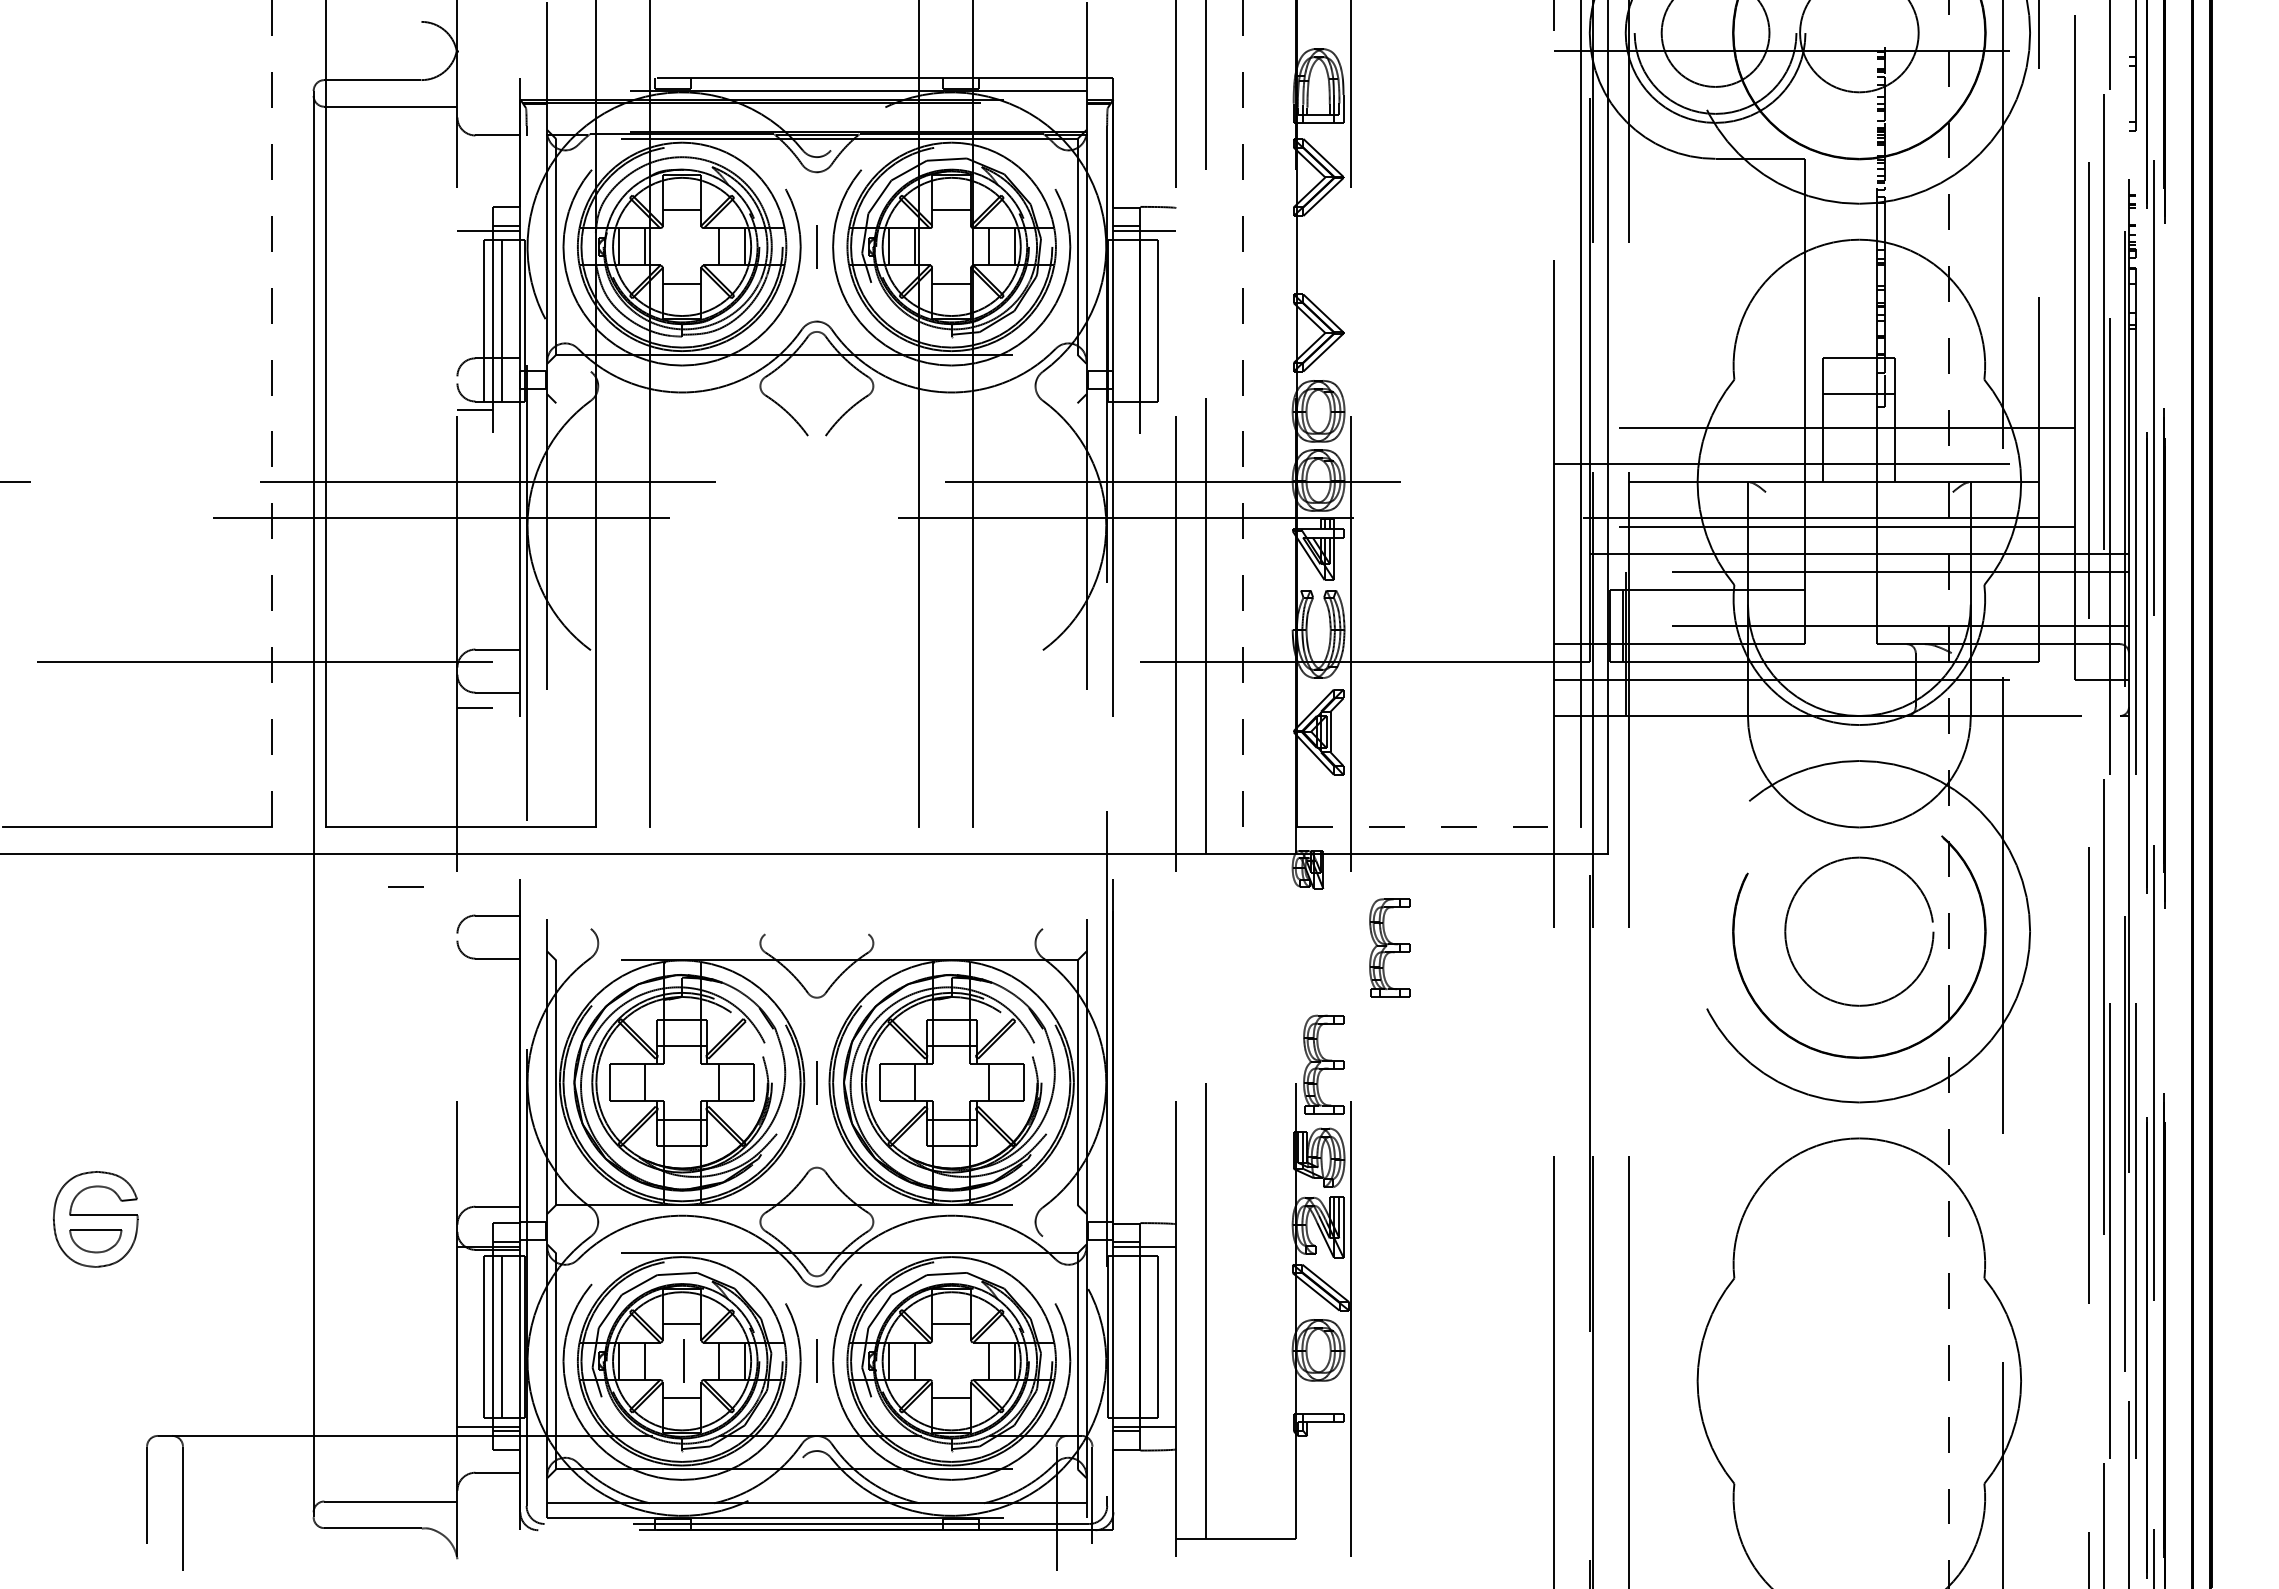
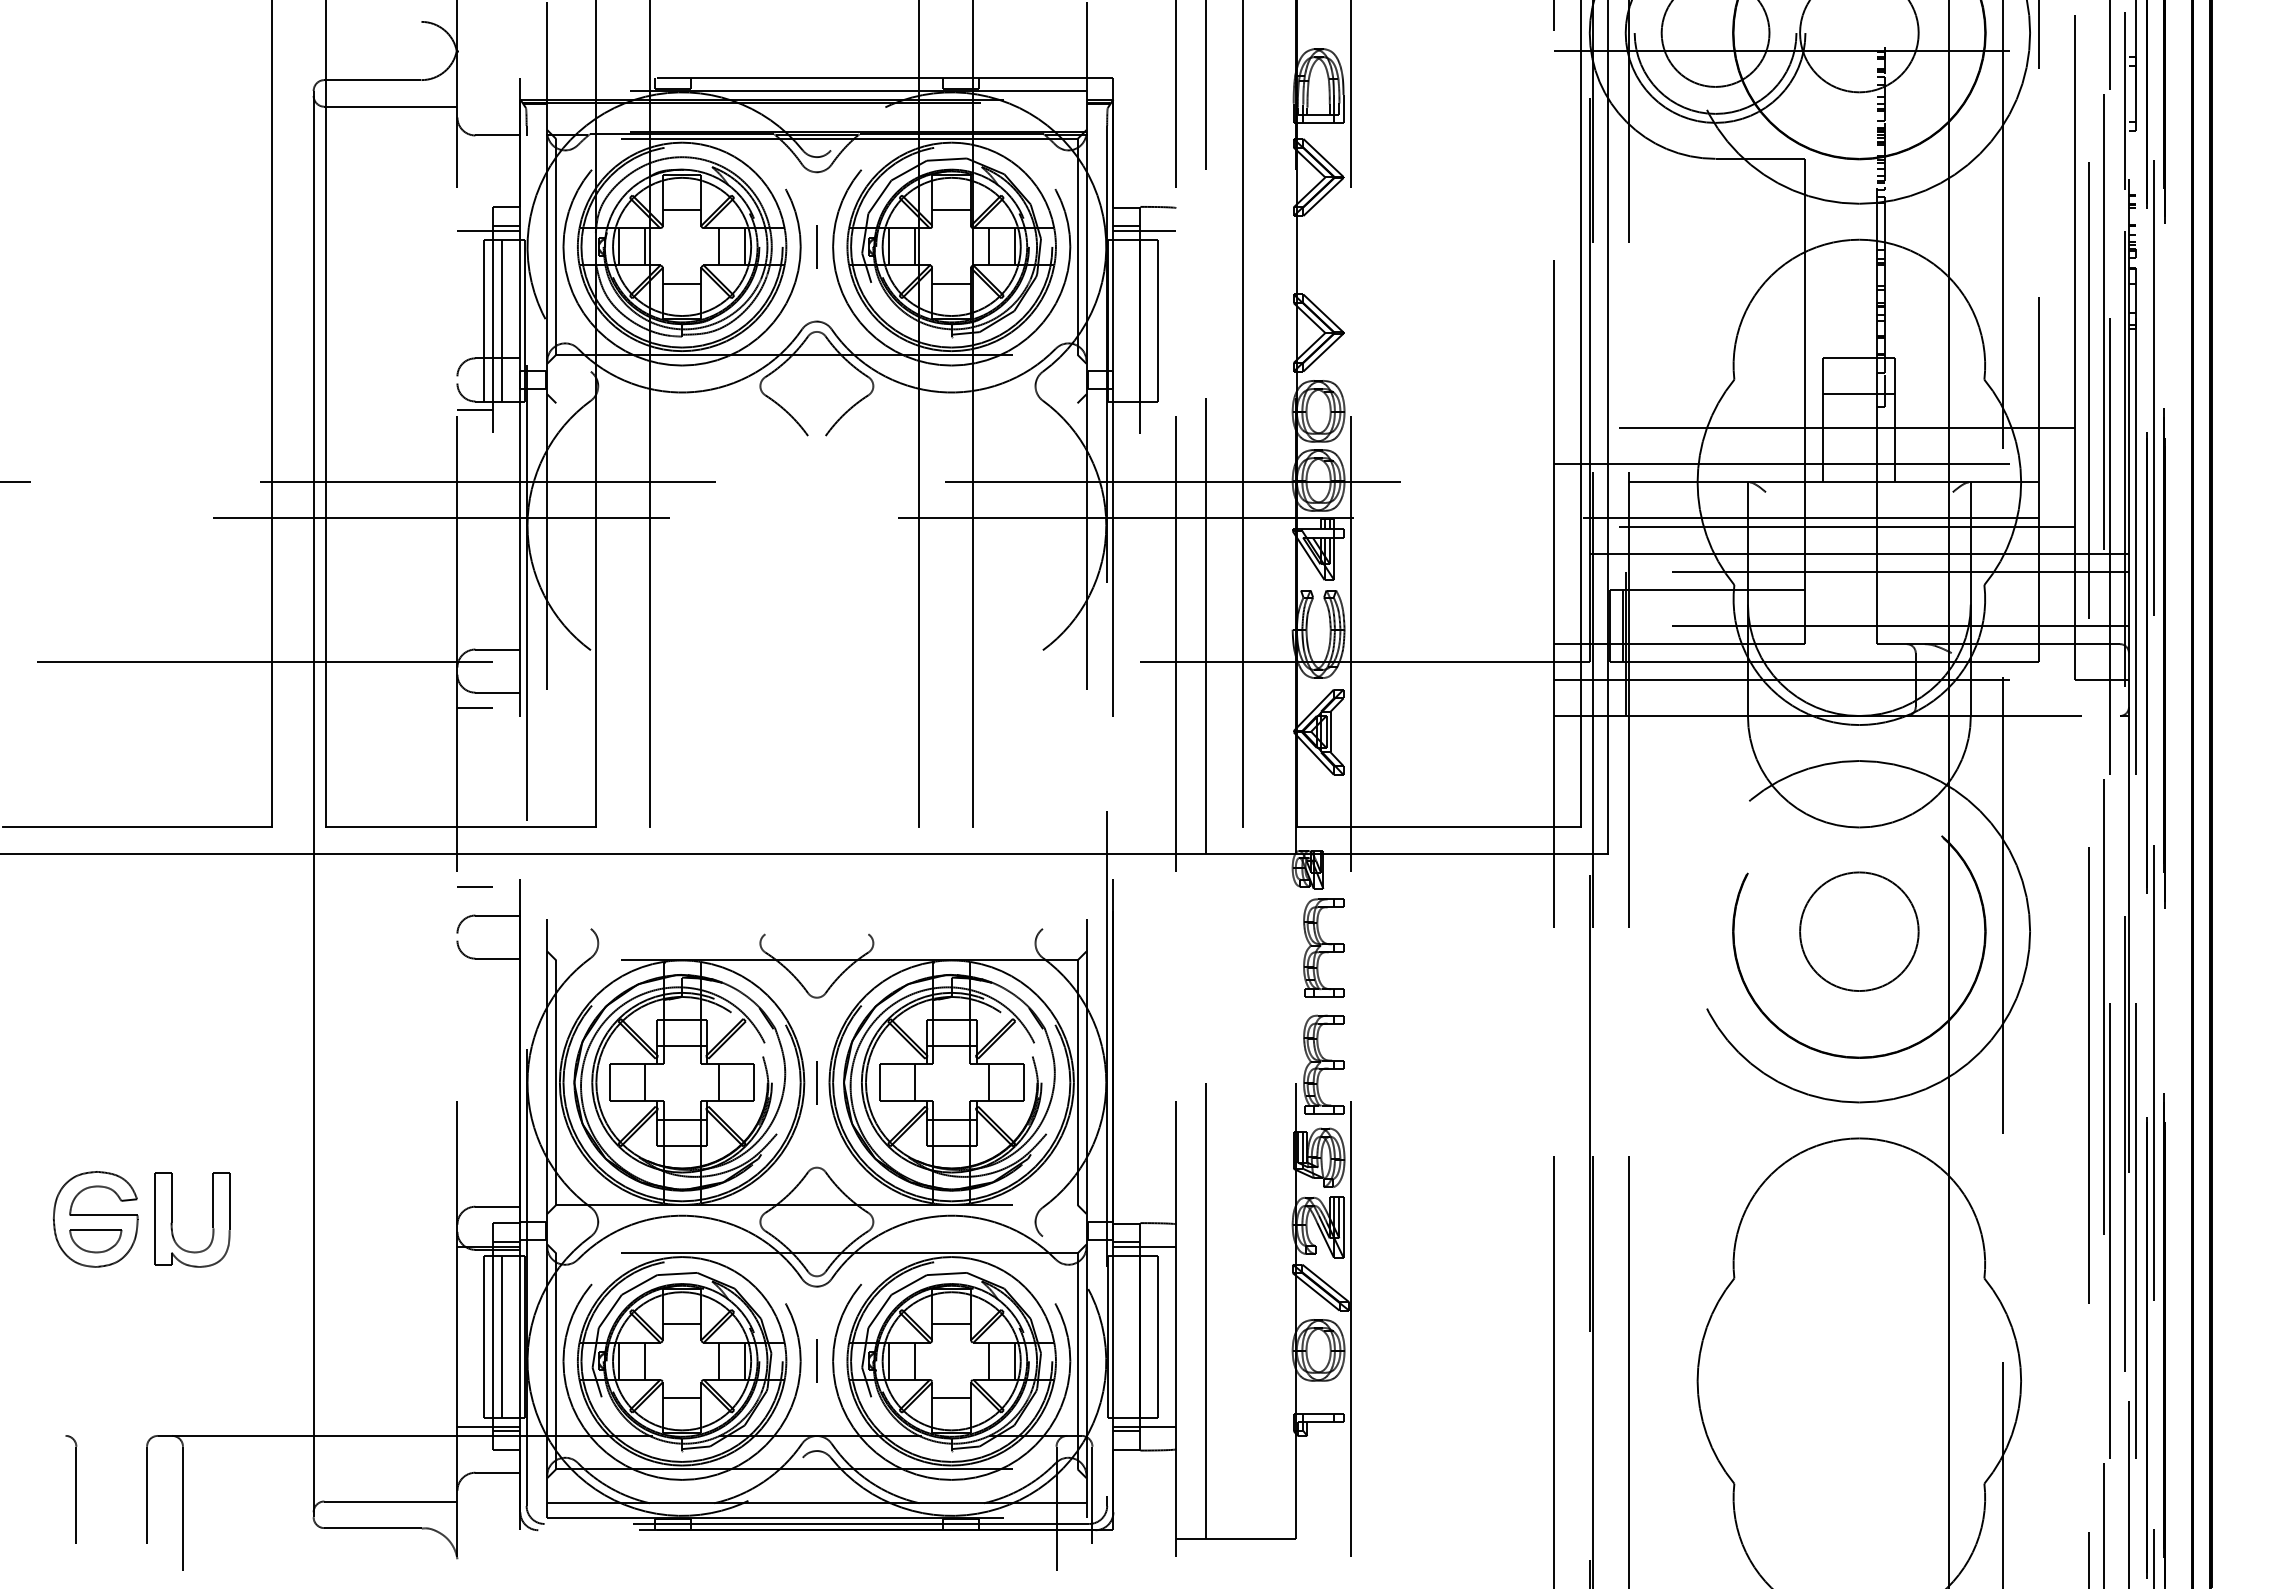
line at (2125, 100): none -> present
line at (272, 413): dashed -> solid
line at (1242, 413): dashed -> solid
line at (1949, 794): dashed -> solid
line at (1438, 826): dashed -> solid
line at (405, 886) position: (405, 886) -> (474, 886)
circle at (1859, 931) diameter: 148 px -> 119 px
part at (1389, 947) position: (1389, 947) -> (1323, 947)
part at (172, 1219): none -> present
line at (683, 1360): present -> none
part at (71, 1489): none -> present
